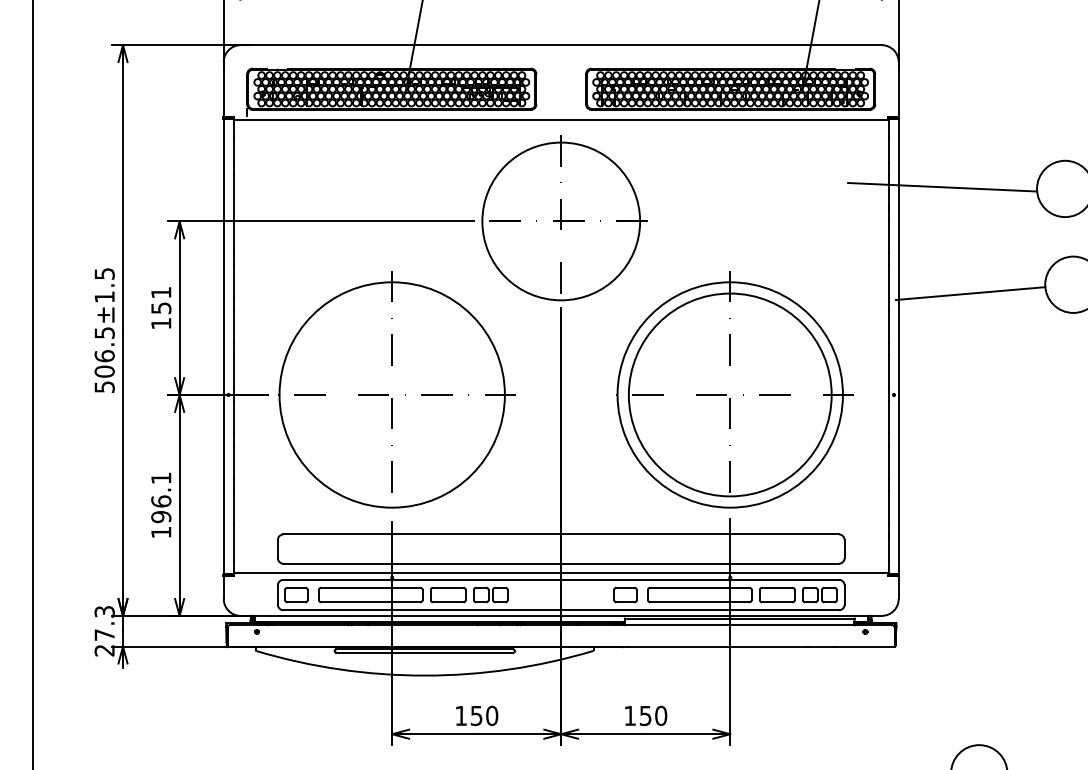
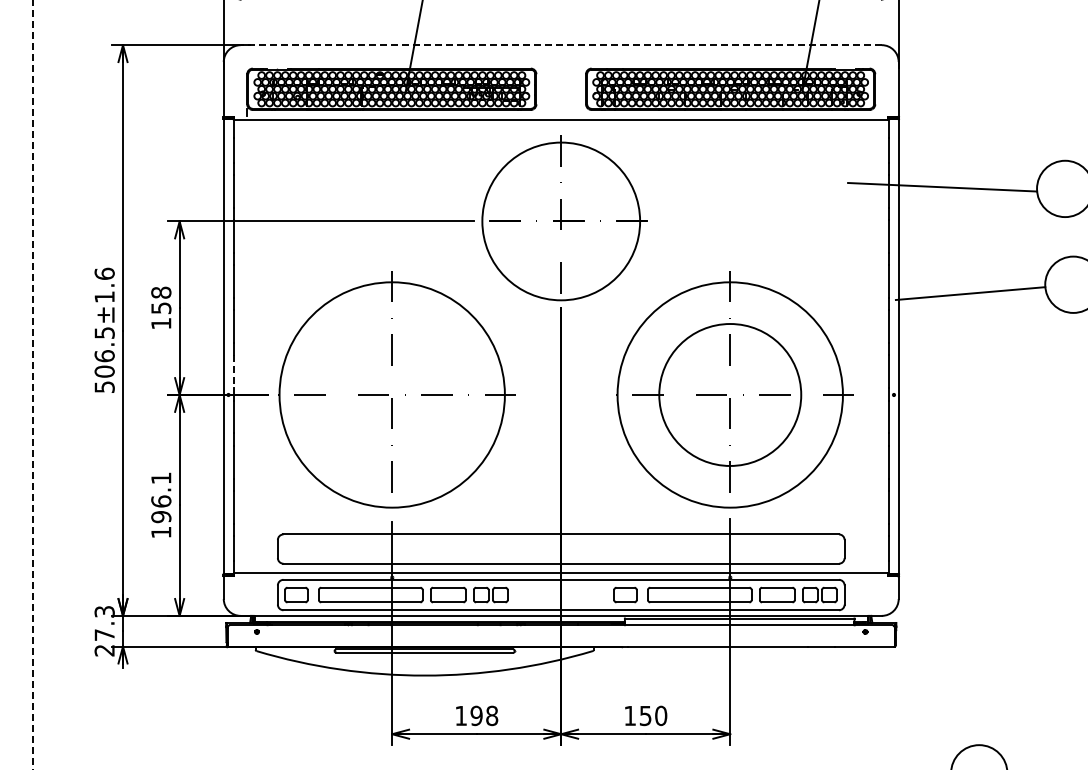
line at (561, 45): solid -> dashed
text at (104, 273): 506.5±1.5 -> 506.5±1.6
text at (161, 292): 151 -> 158
line at (233, 372): solid -> dashed
line at (32, 385): solid -> dashed
circle at (729, 394) diameter: 203 px -> 142 px
text at (484, 715): 150 -> 198
